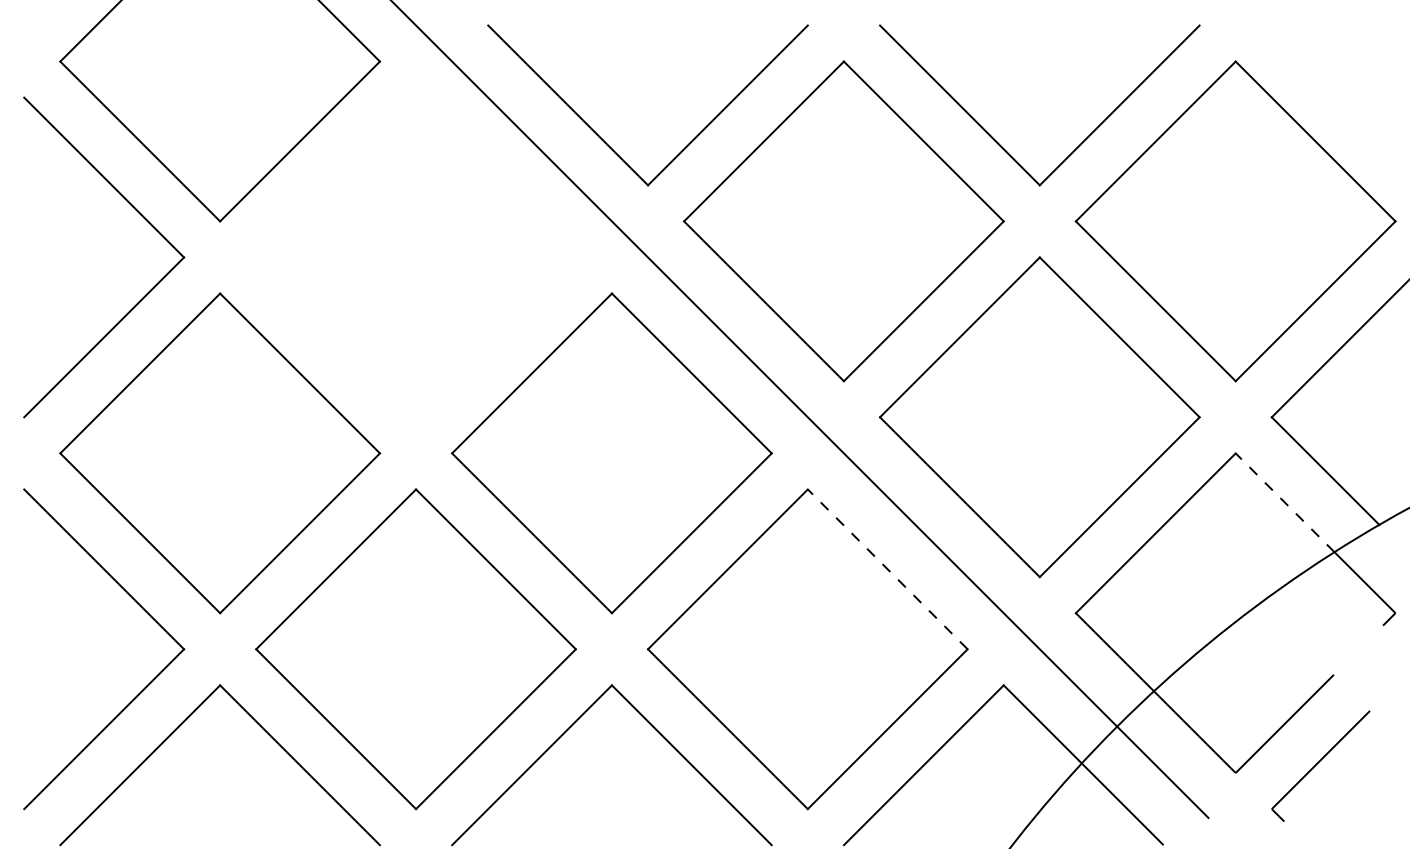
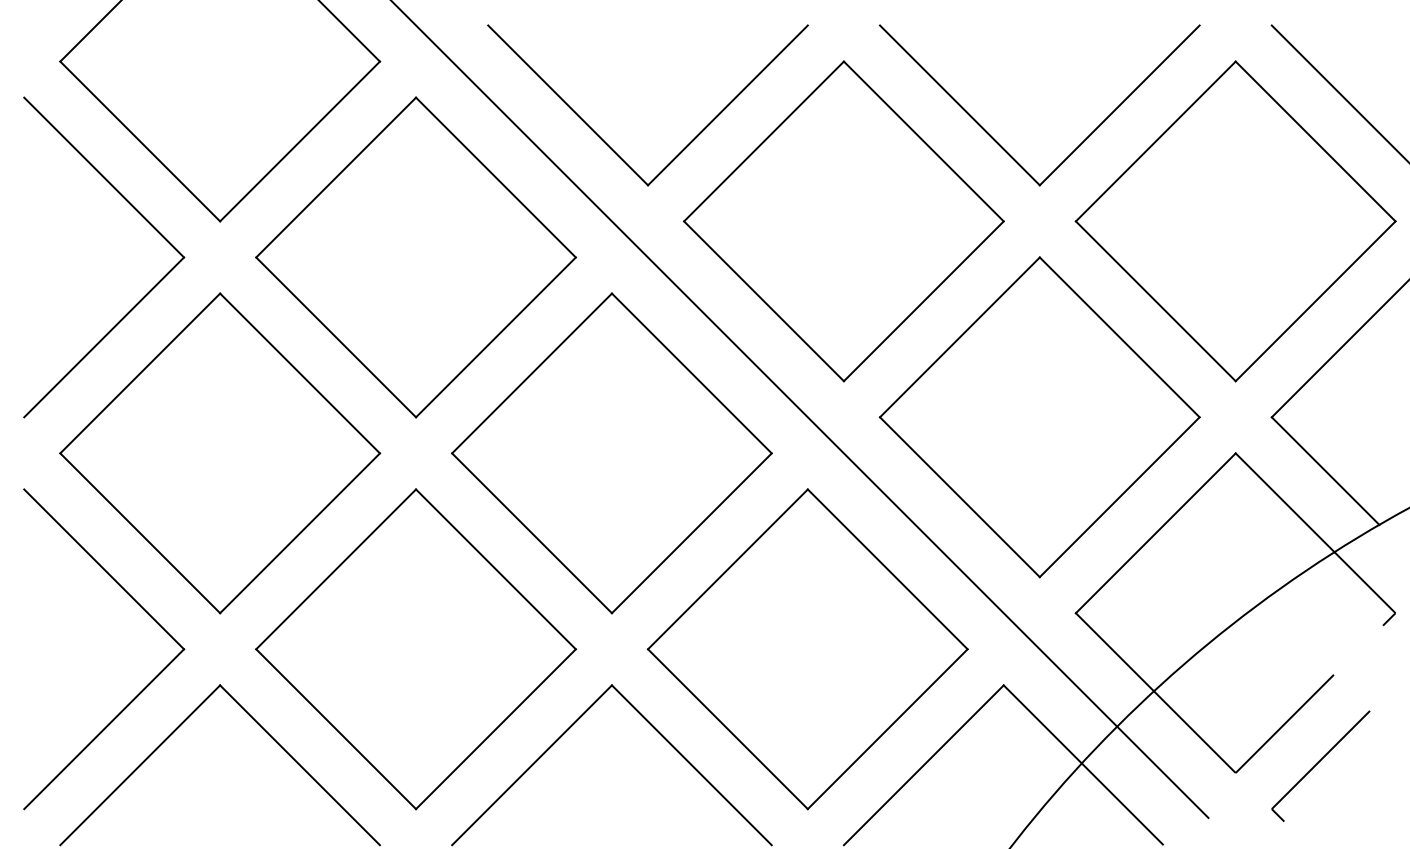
line at (1338, 92): none -> present
part at (415, 257): none -> present
line at (1285, 502): dashed -> solid
line at (887, 569): dashed -> solid
